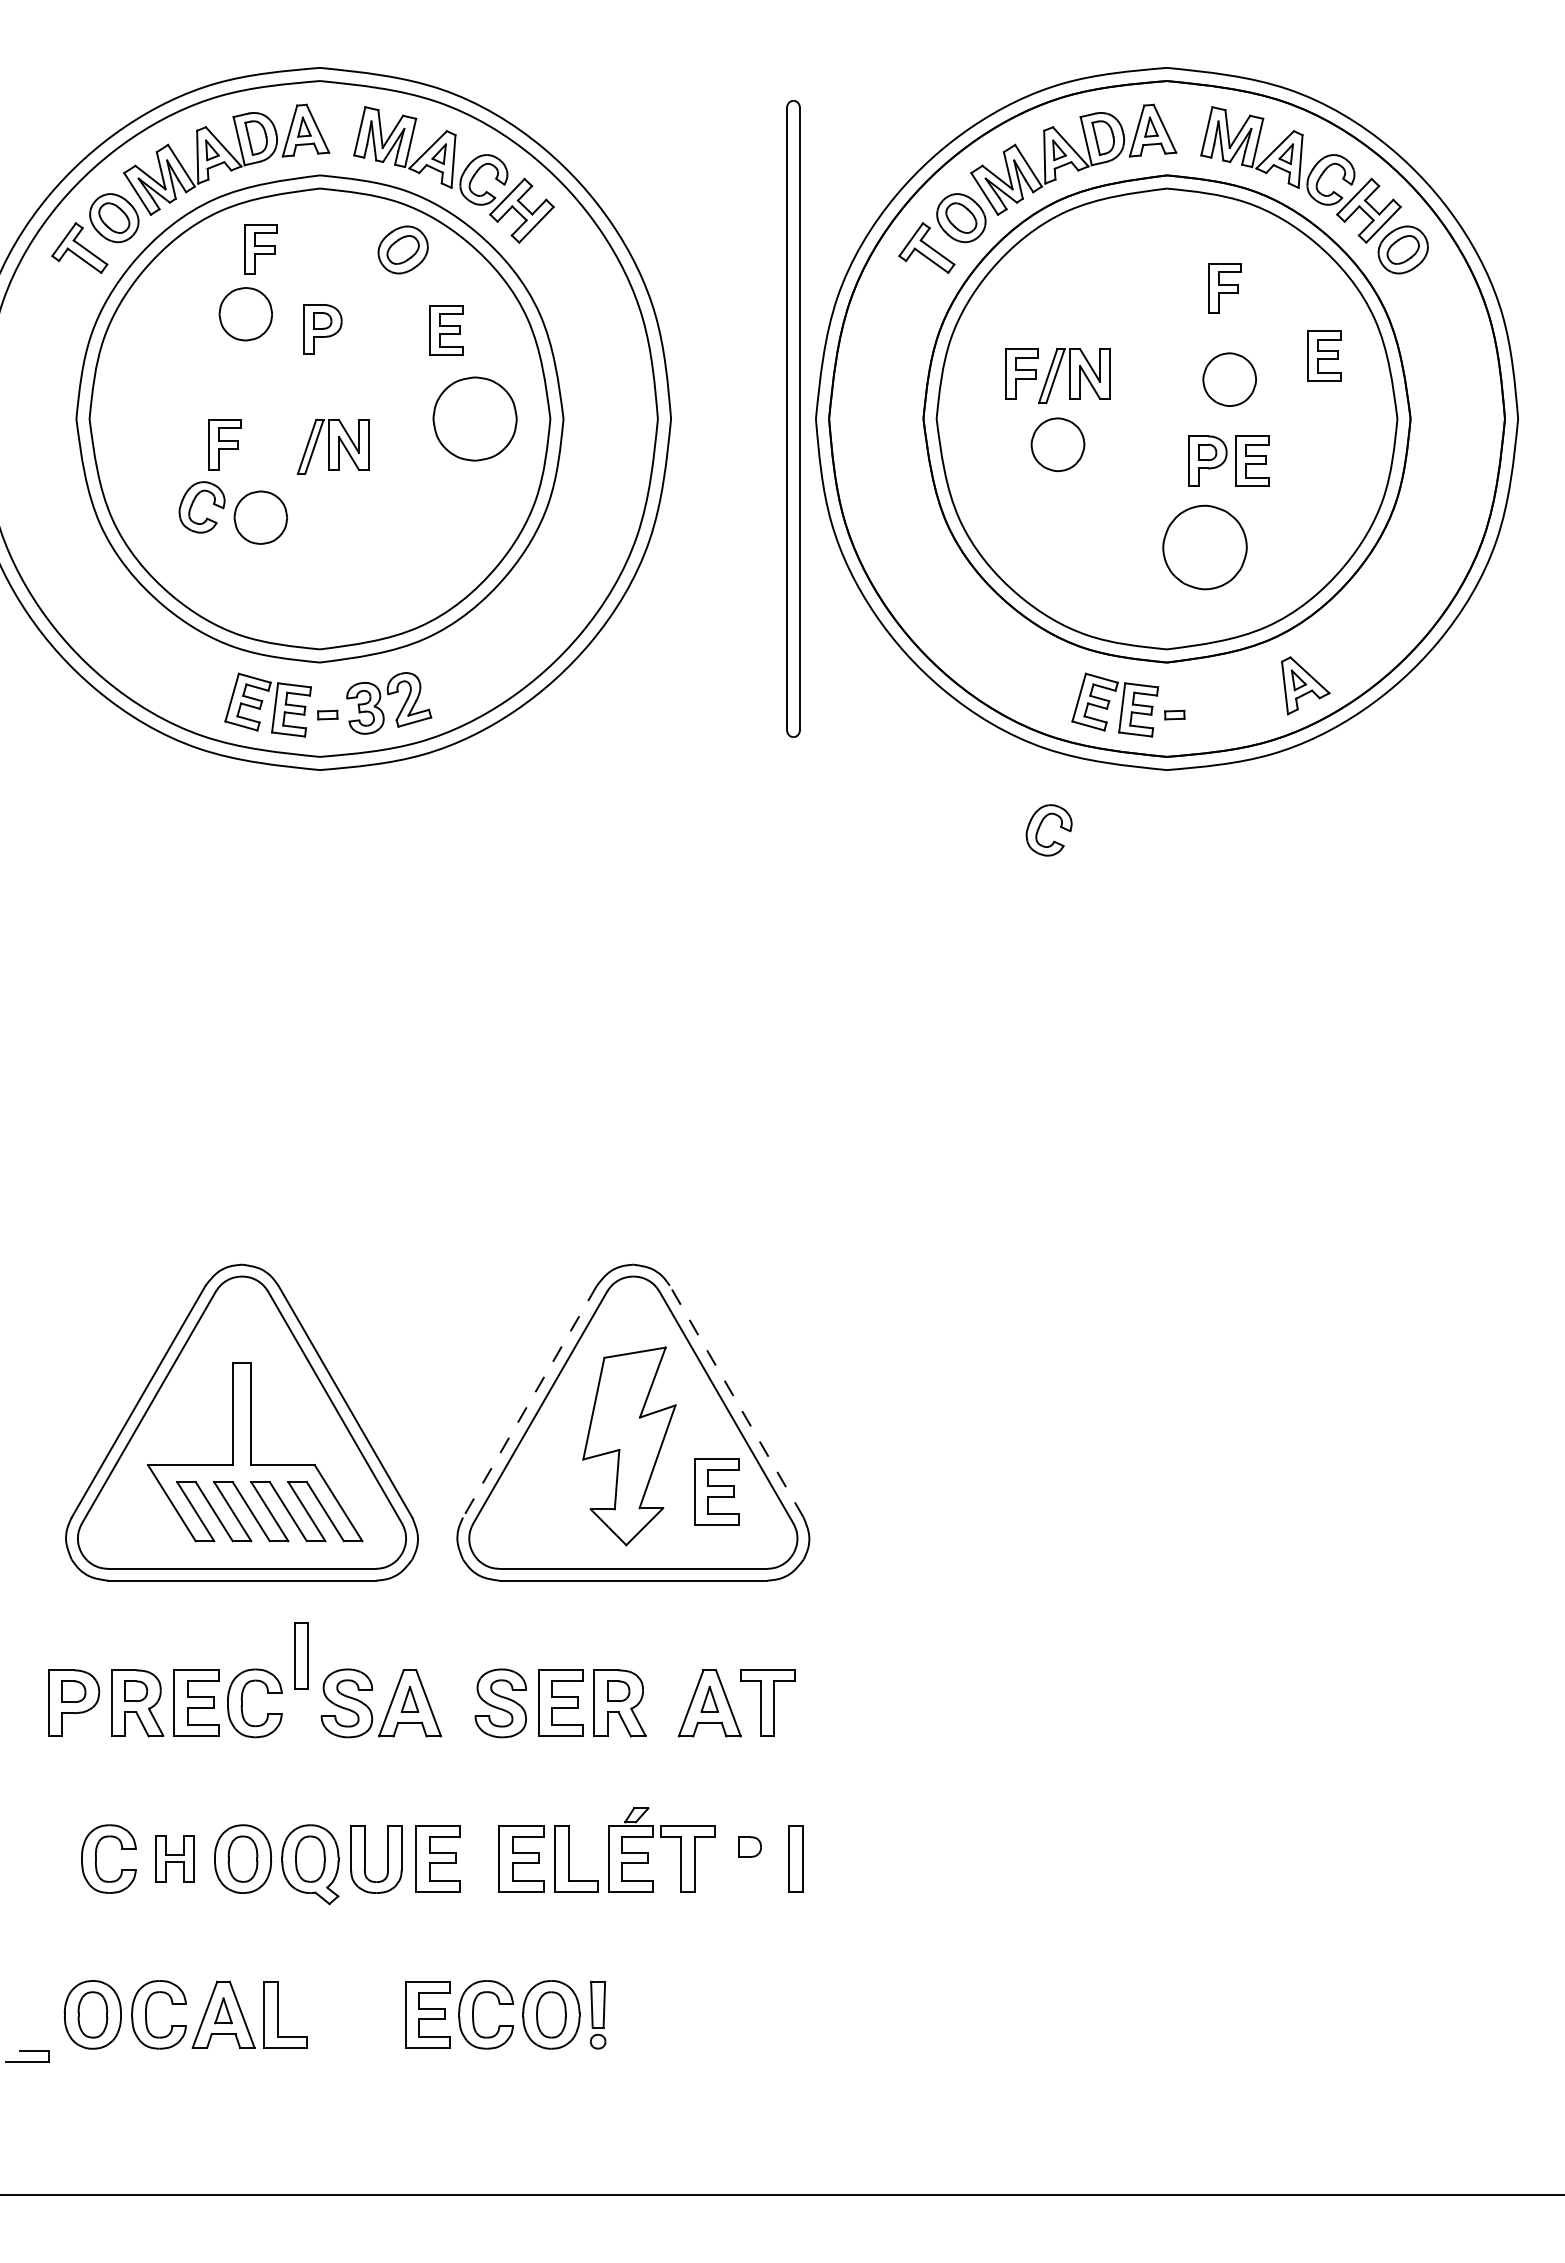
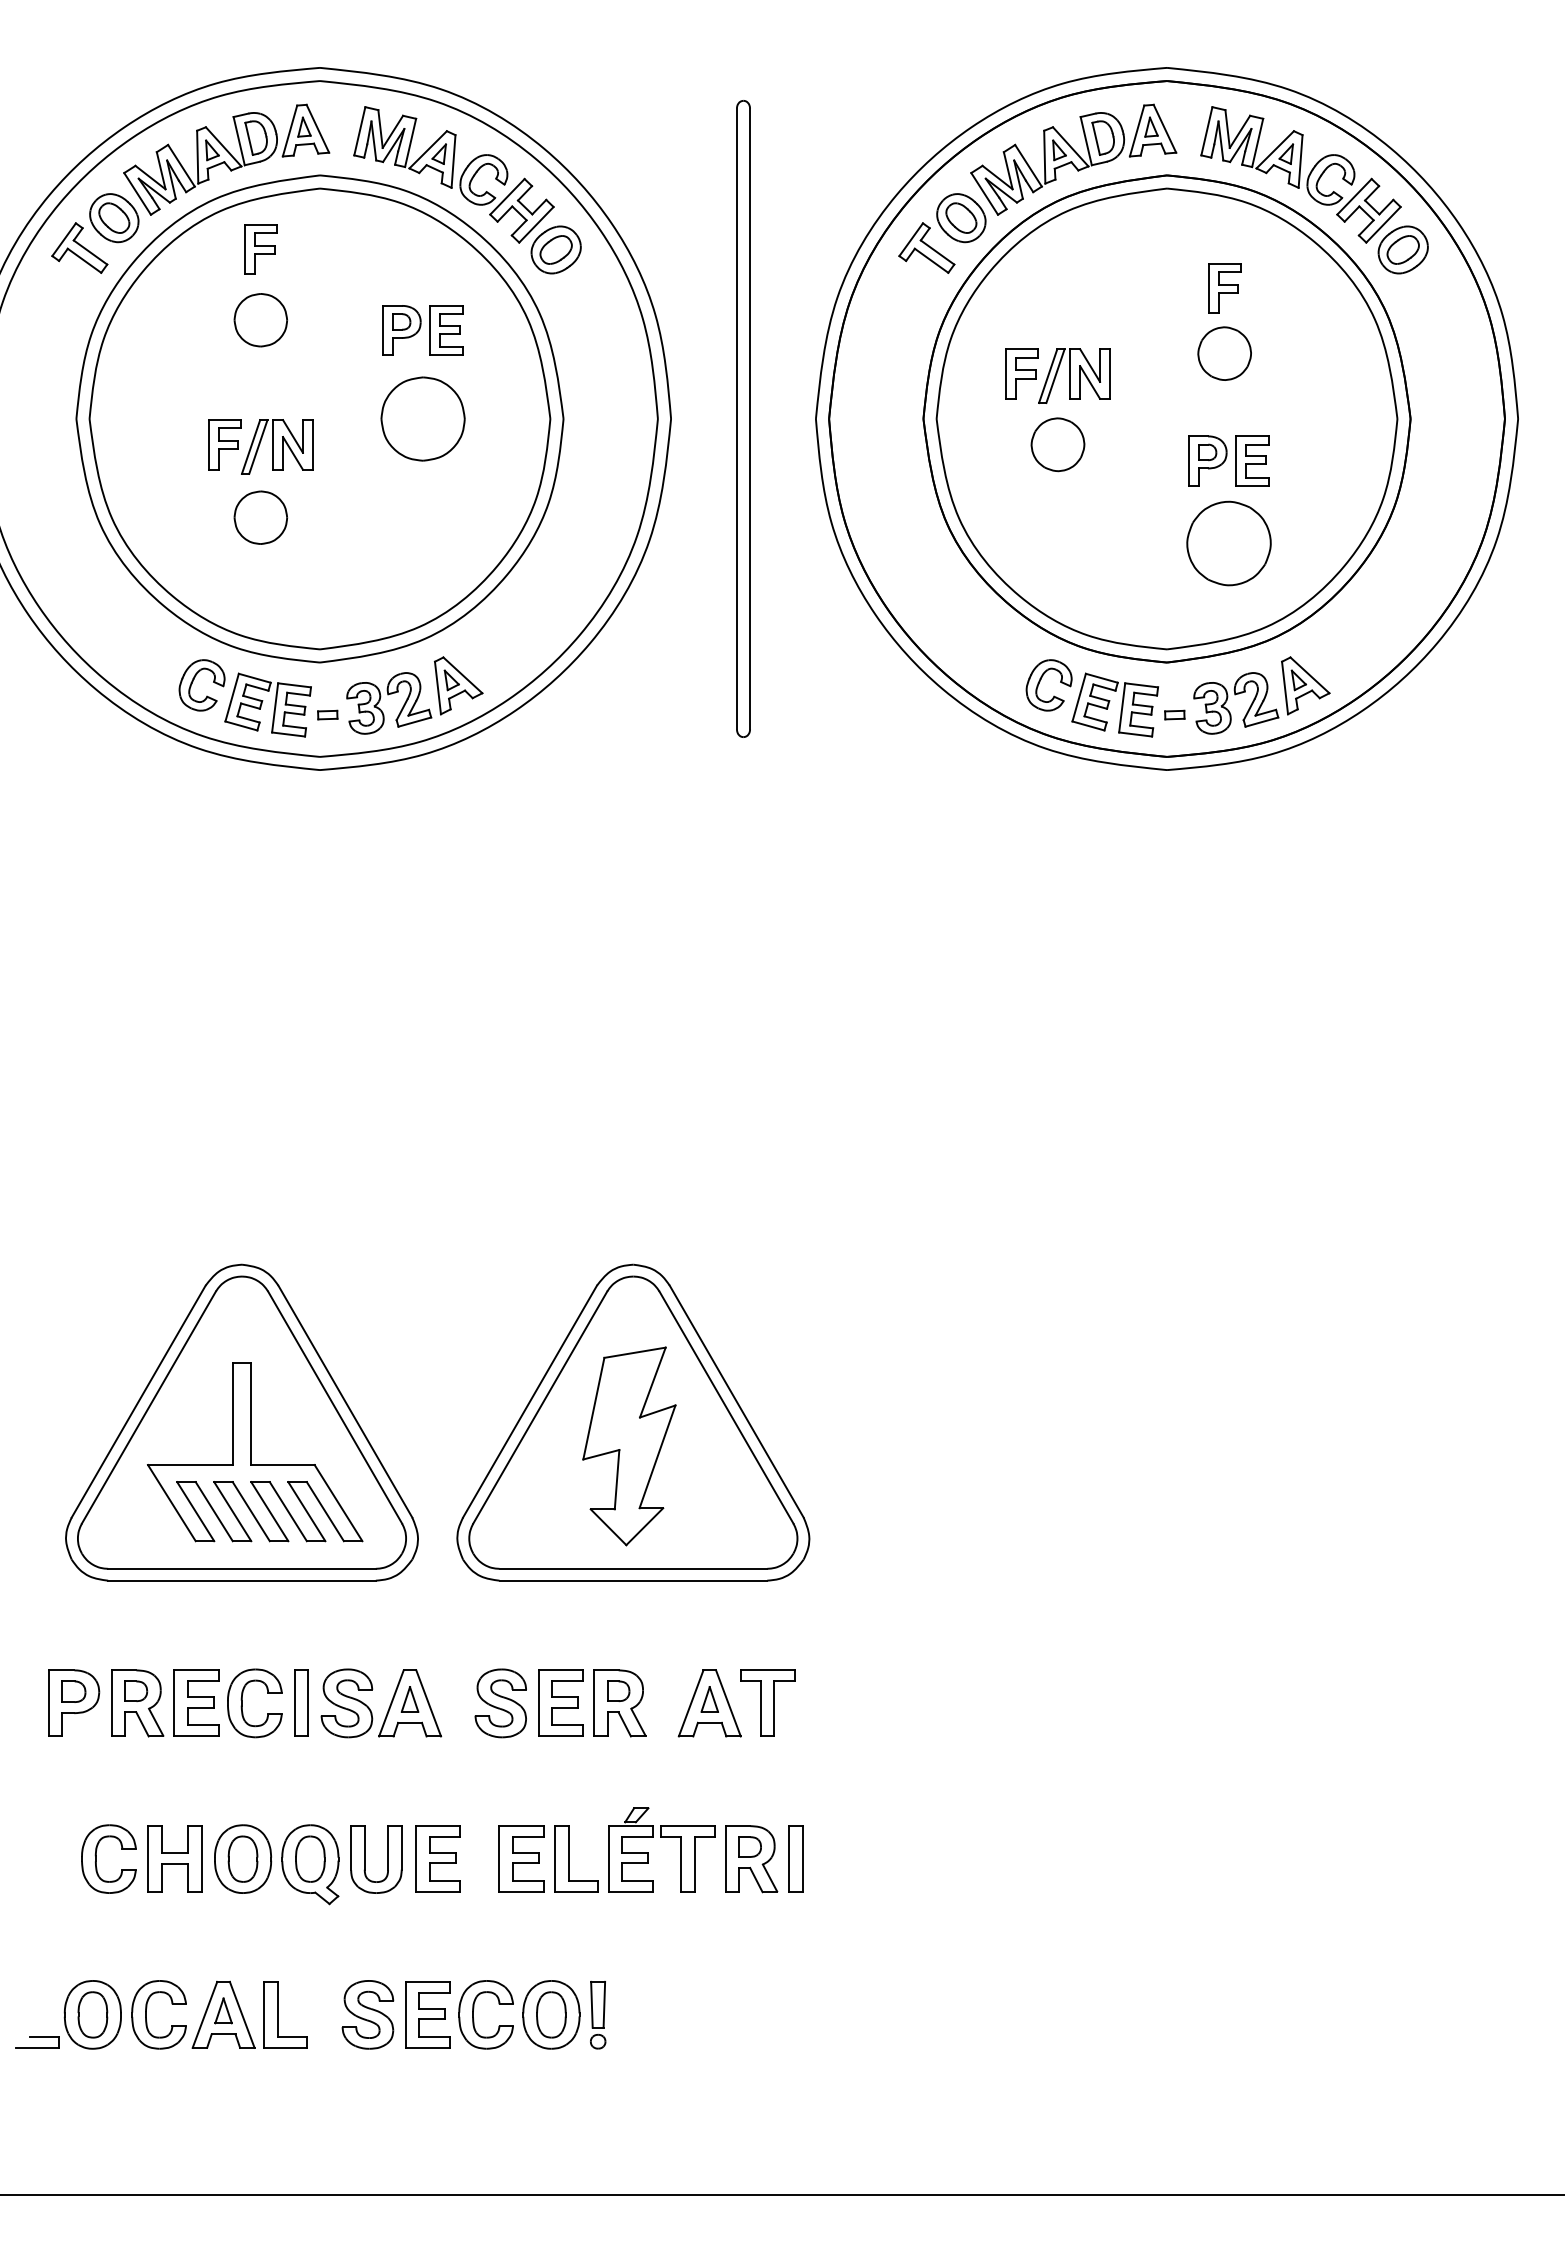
part at (402, 249) position: (402, 249) -> (555, 249)
part at (245, 314) position: (245, 314) -> (260, 320)
part at (322, 329) position: (322, 329) -> (401, 330)
part at (1324, 355): present -> none
part at (1229, 379) position: (1229, 379) -> (1224, 353)
part at (474, 418) position: (474, 418) -> (422, 418)
part at (793, 418) position: (793, 418) -> (743, 418)
part at (333, 446) position: (333, 446) -> (277, 446)
part at (193, 503) position: (193, 503) -> (193, 681)
part at (1204, 547) position: (1204, 547) -> (1228, 543)
part at (458, 685): none -> present
part at (1235, 695): none -> present
part at (1040, 826) position: (1040, 826) -> (1040, 681)
line at (530, 1401): dashed -> solid
line at (736, 1401): dashed -> solid
part at (716, 1491): present -> none
part at (301, 1655) position: (301, 1655) -> (301, 1702)
part at (174, 1858) size: 40x48 px -> 56x68 px
part at (751, 1859): none -> present
part at (367, 2014): none -> present
part at (27, 2056) position: (27, 2056) -> (37, 2042)
